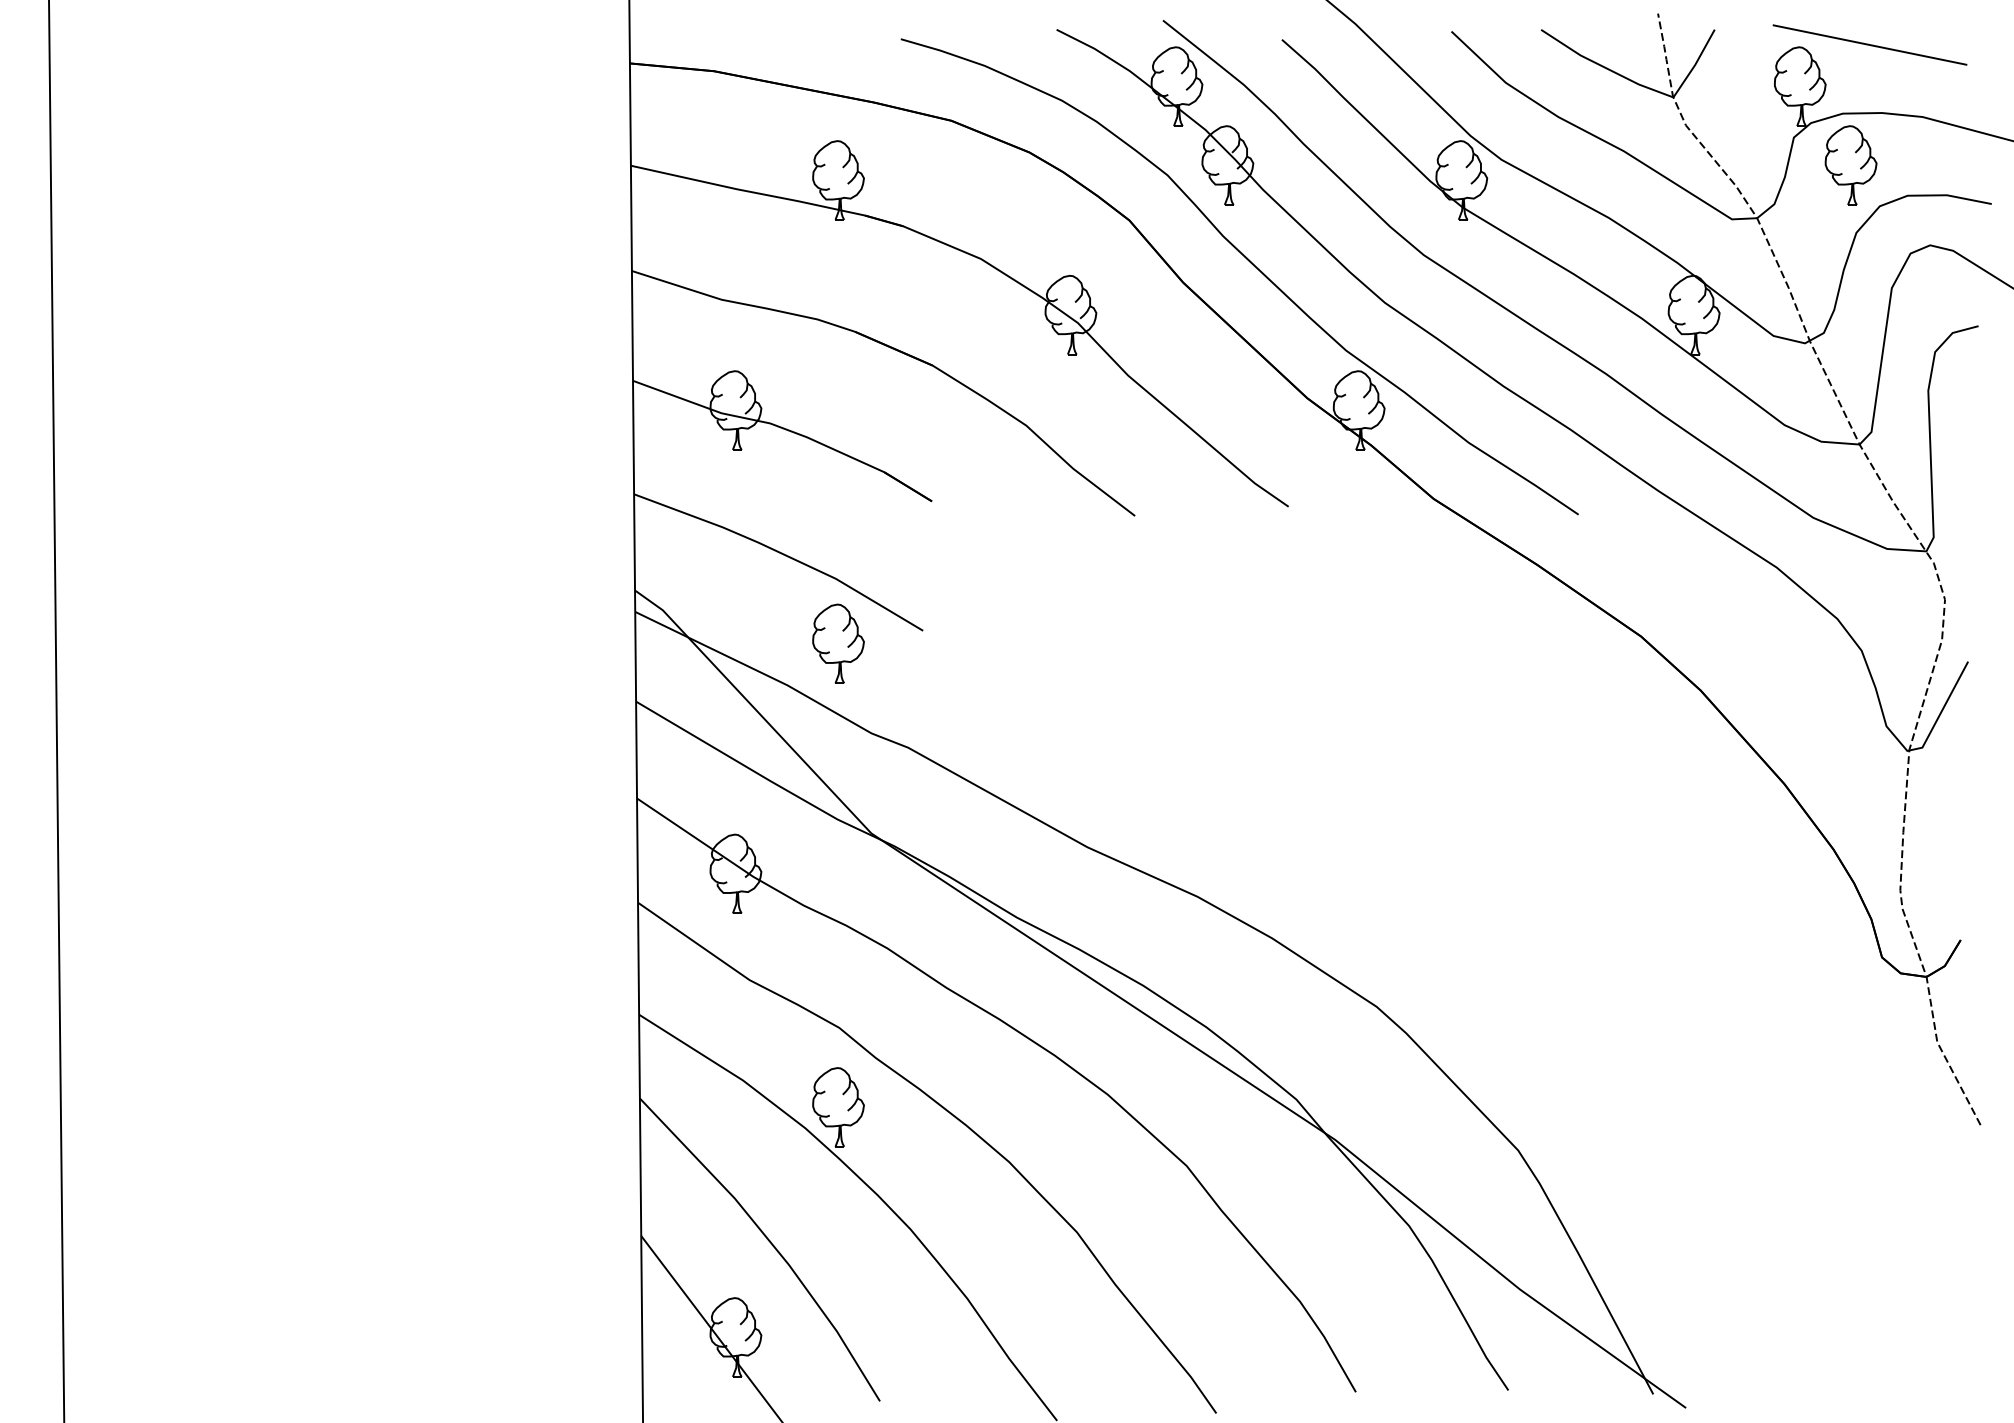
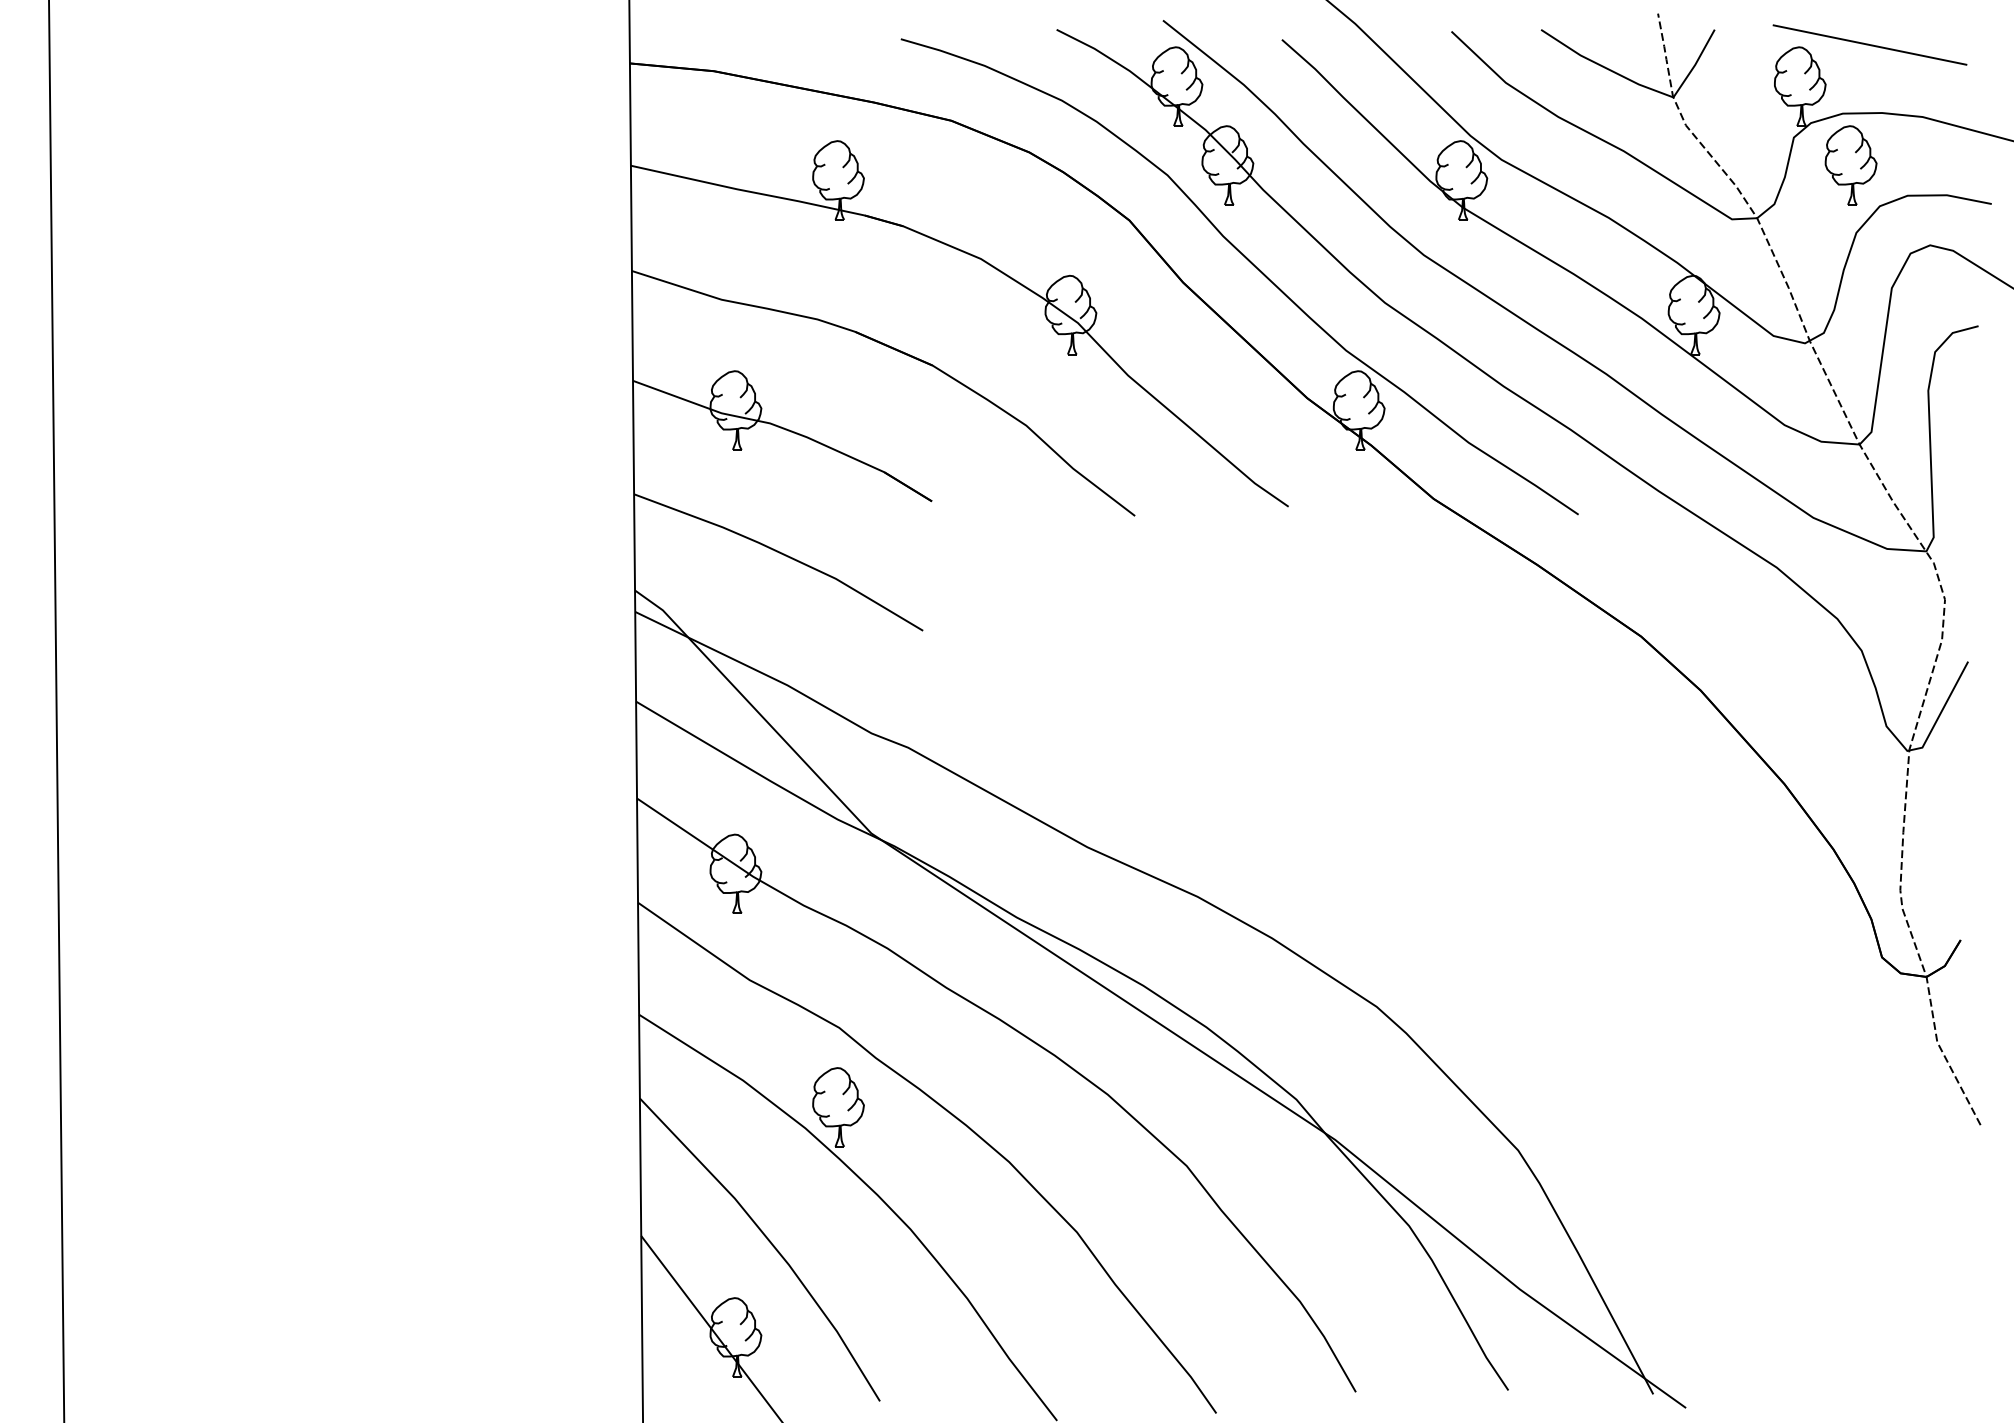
part at (838, 643): present -> none
